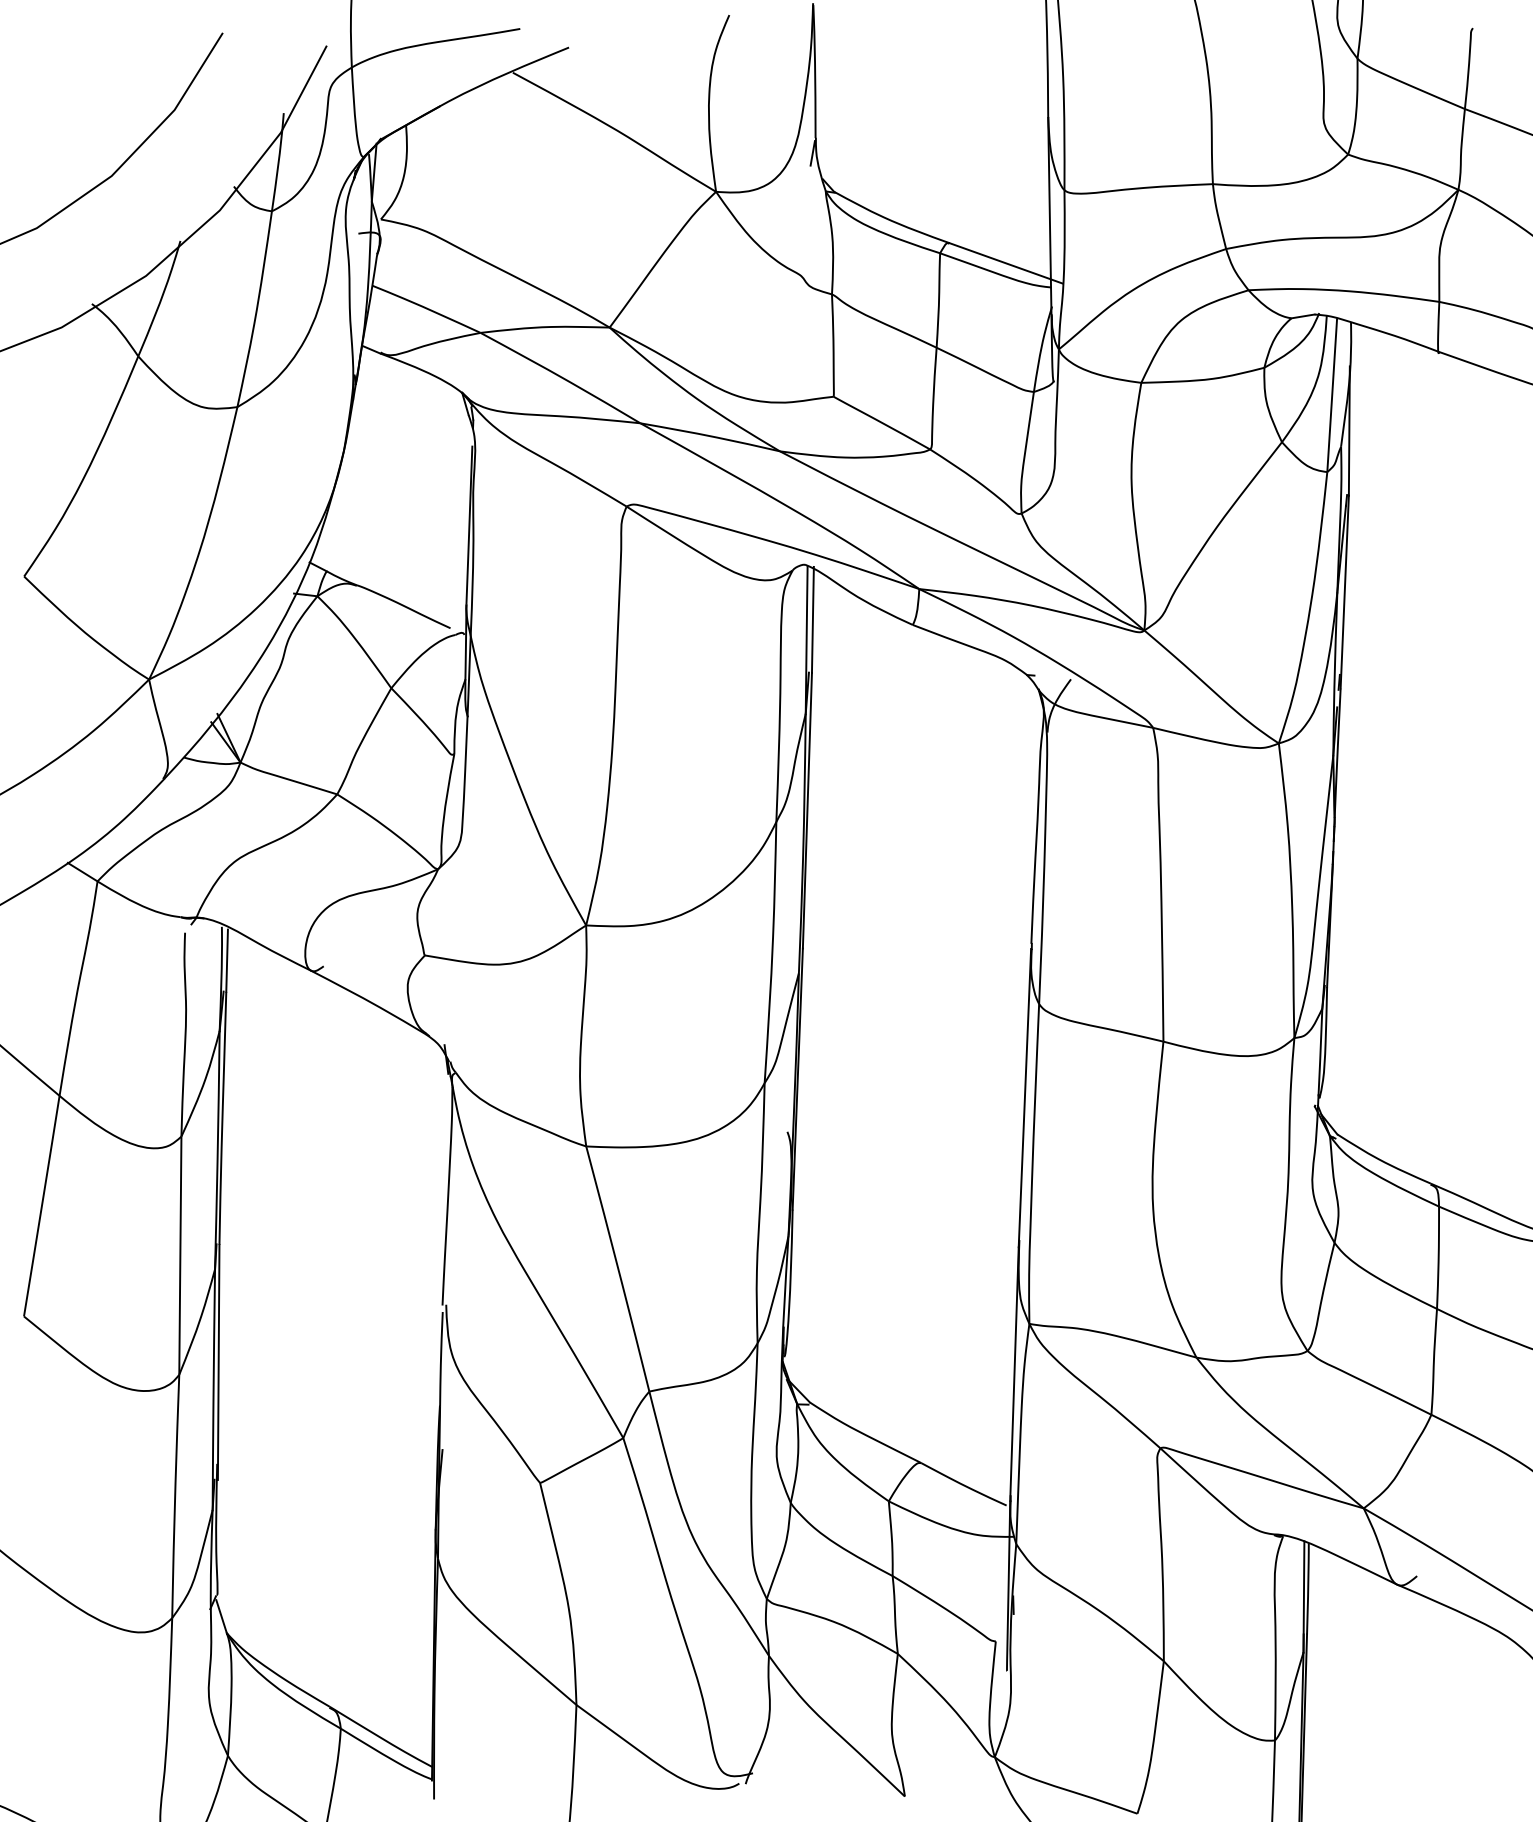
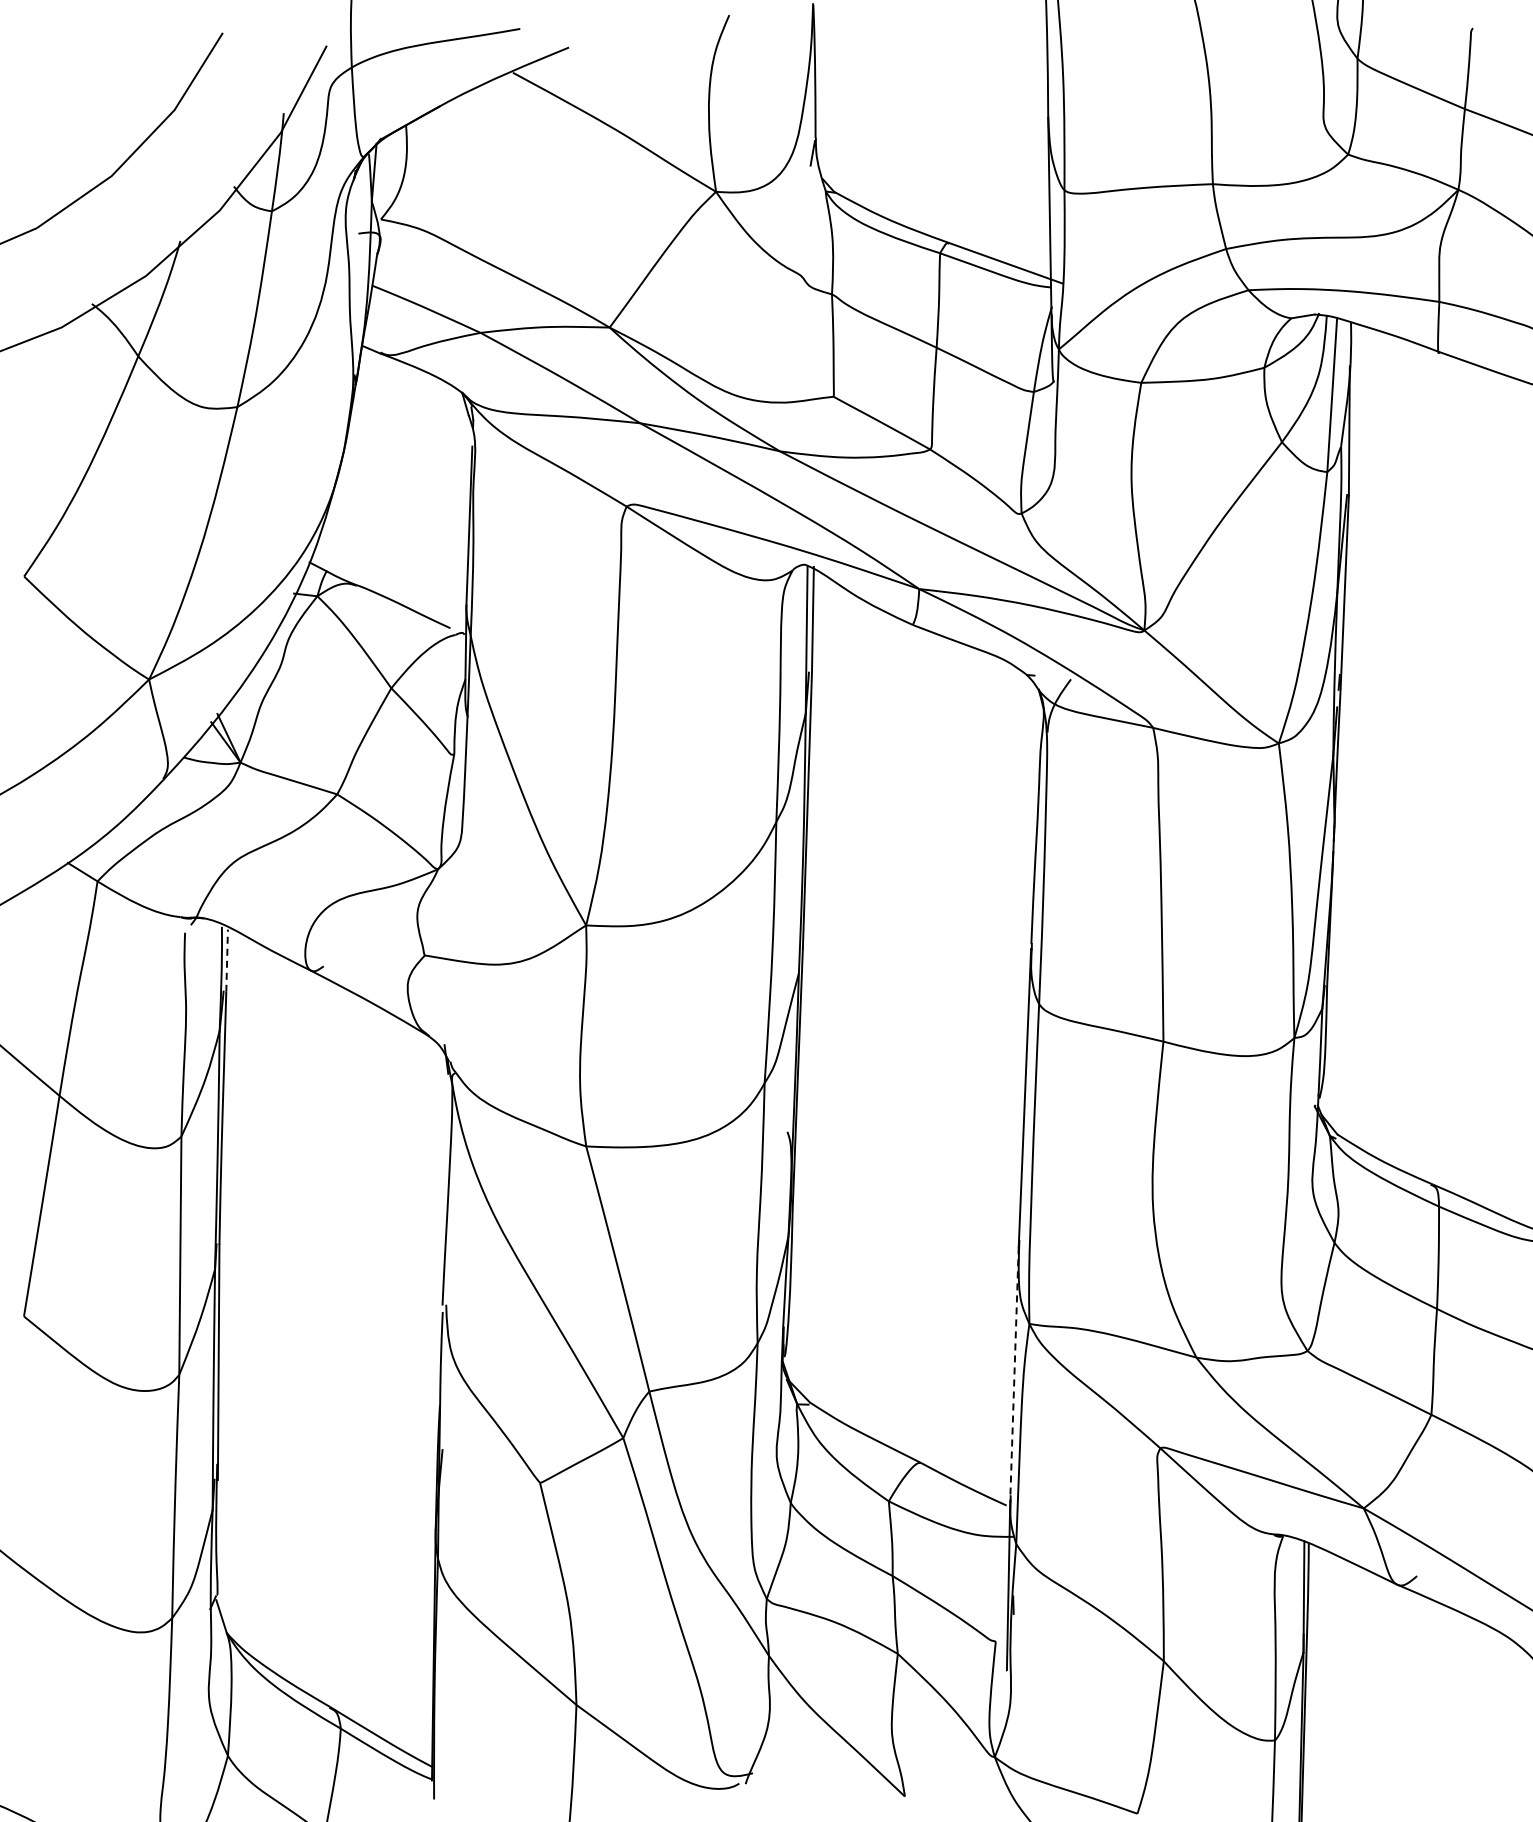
line at (227, 960): solid -> dashed
line at (1014, 1373): solid -> dashed
